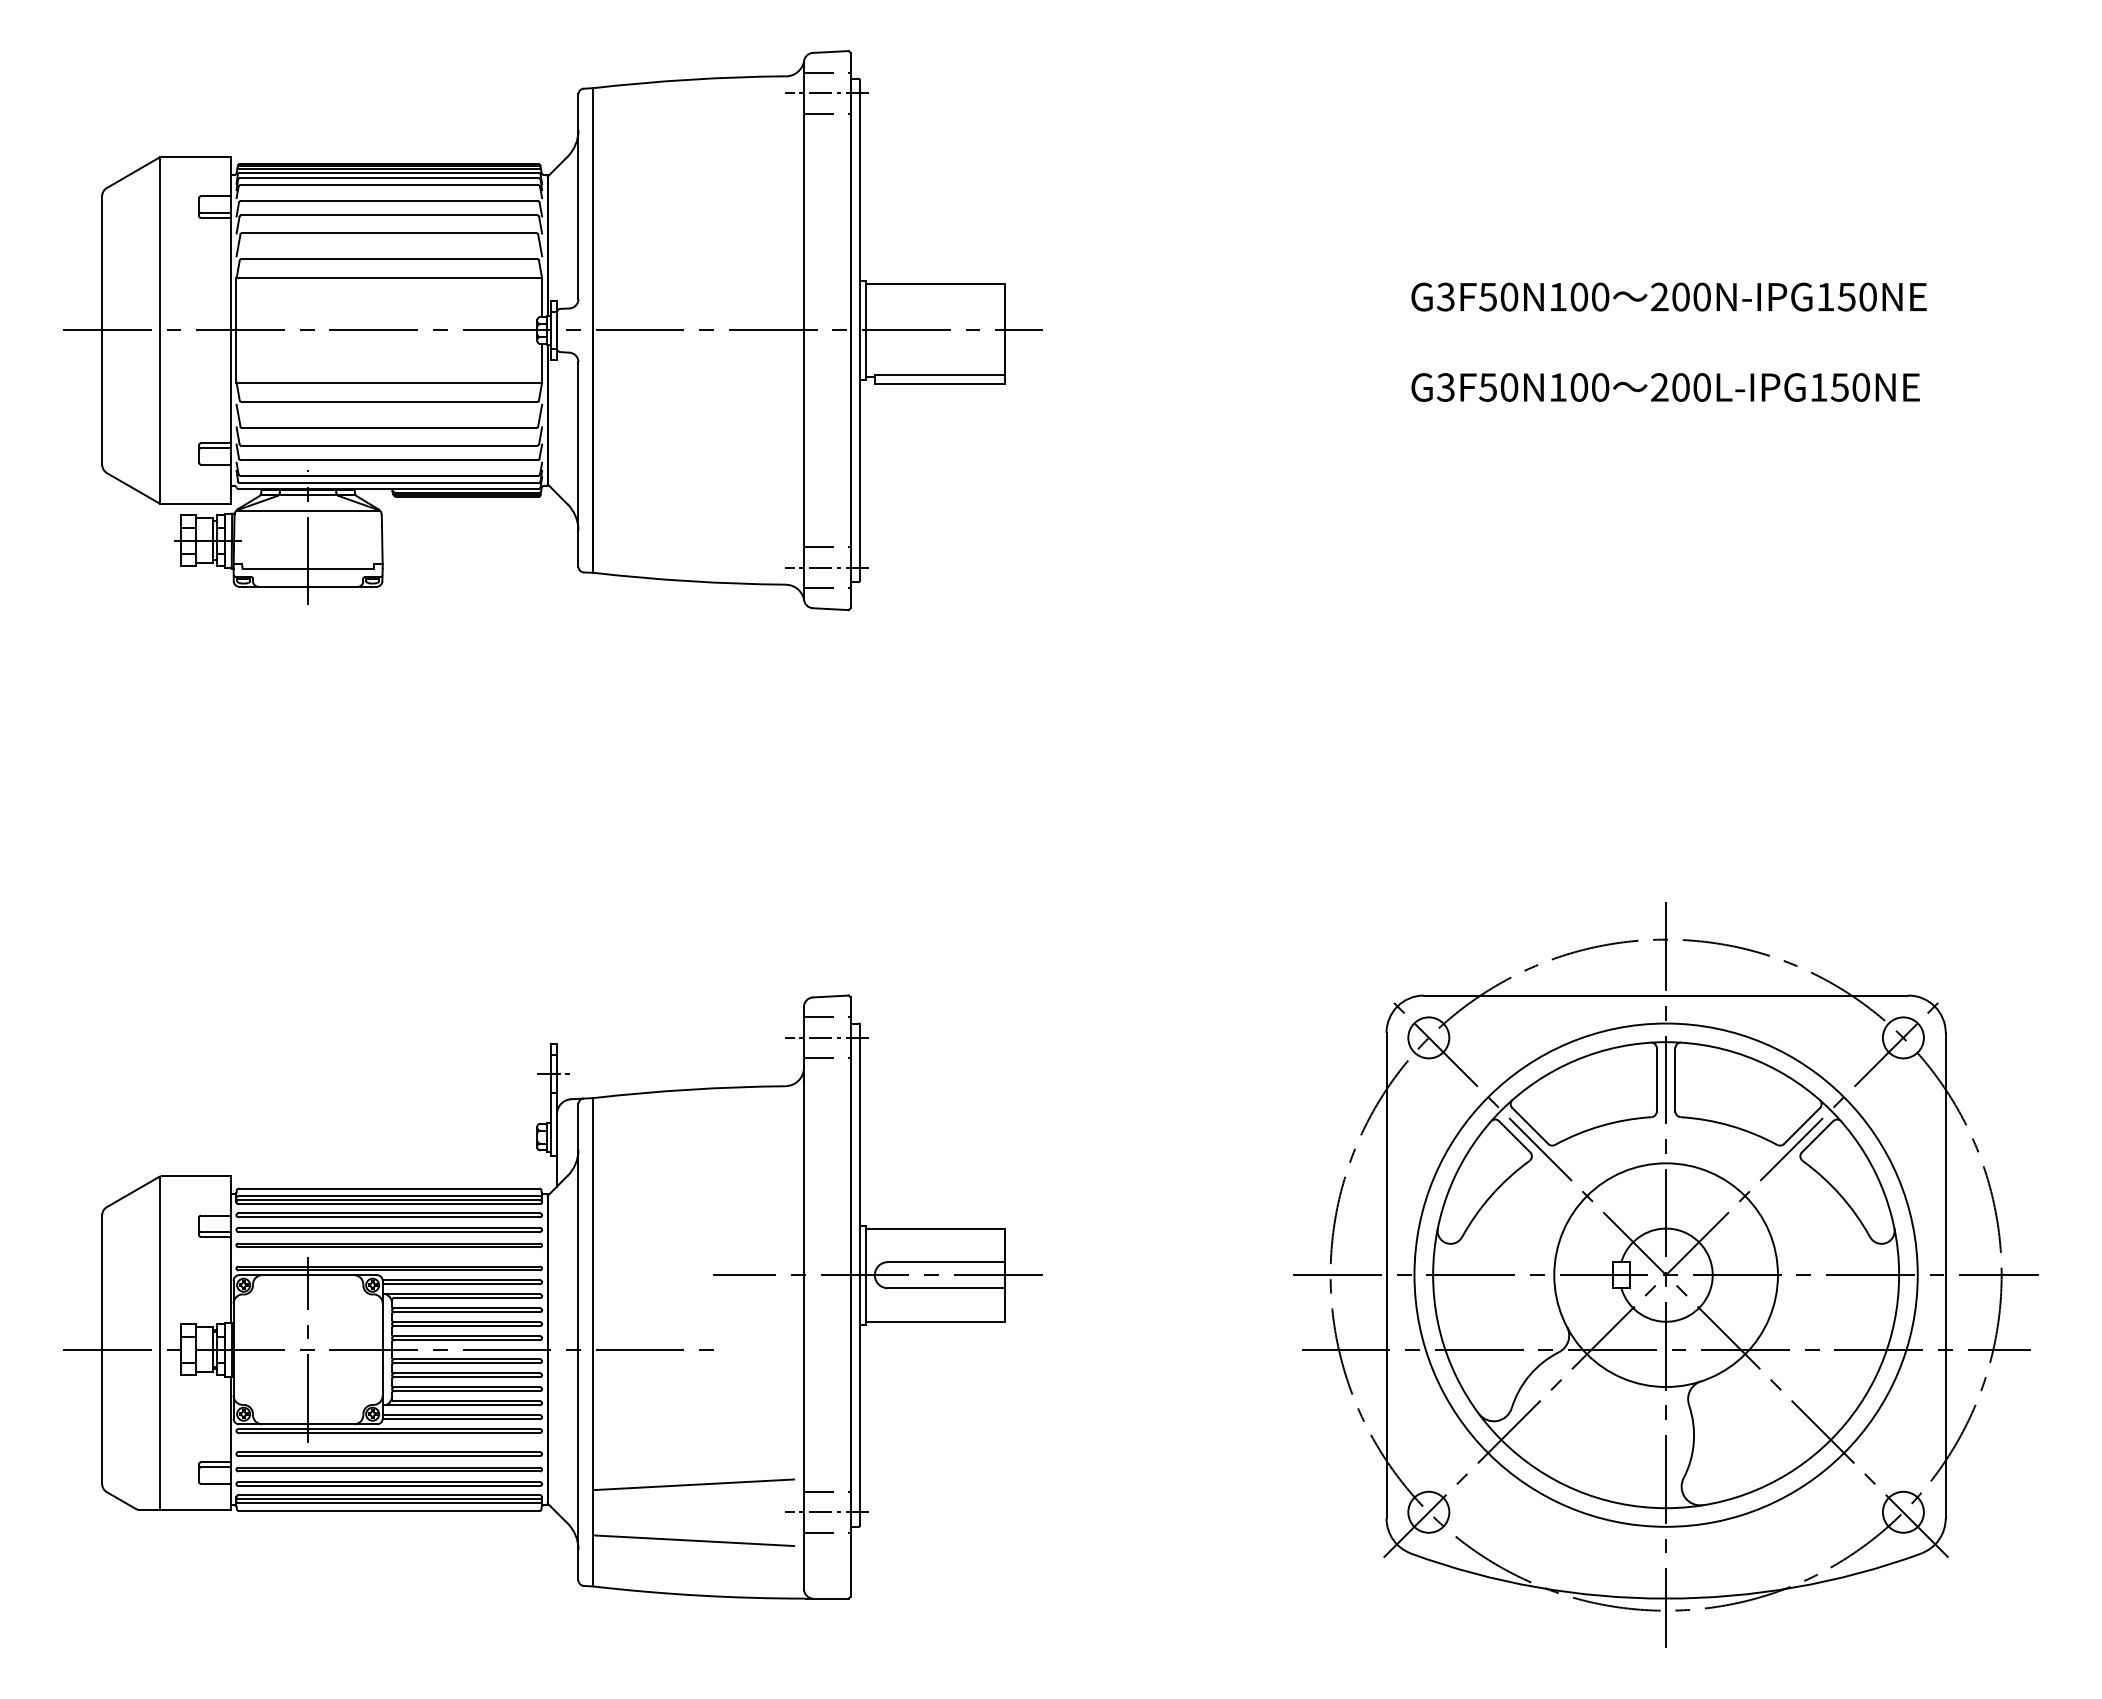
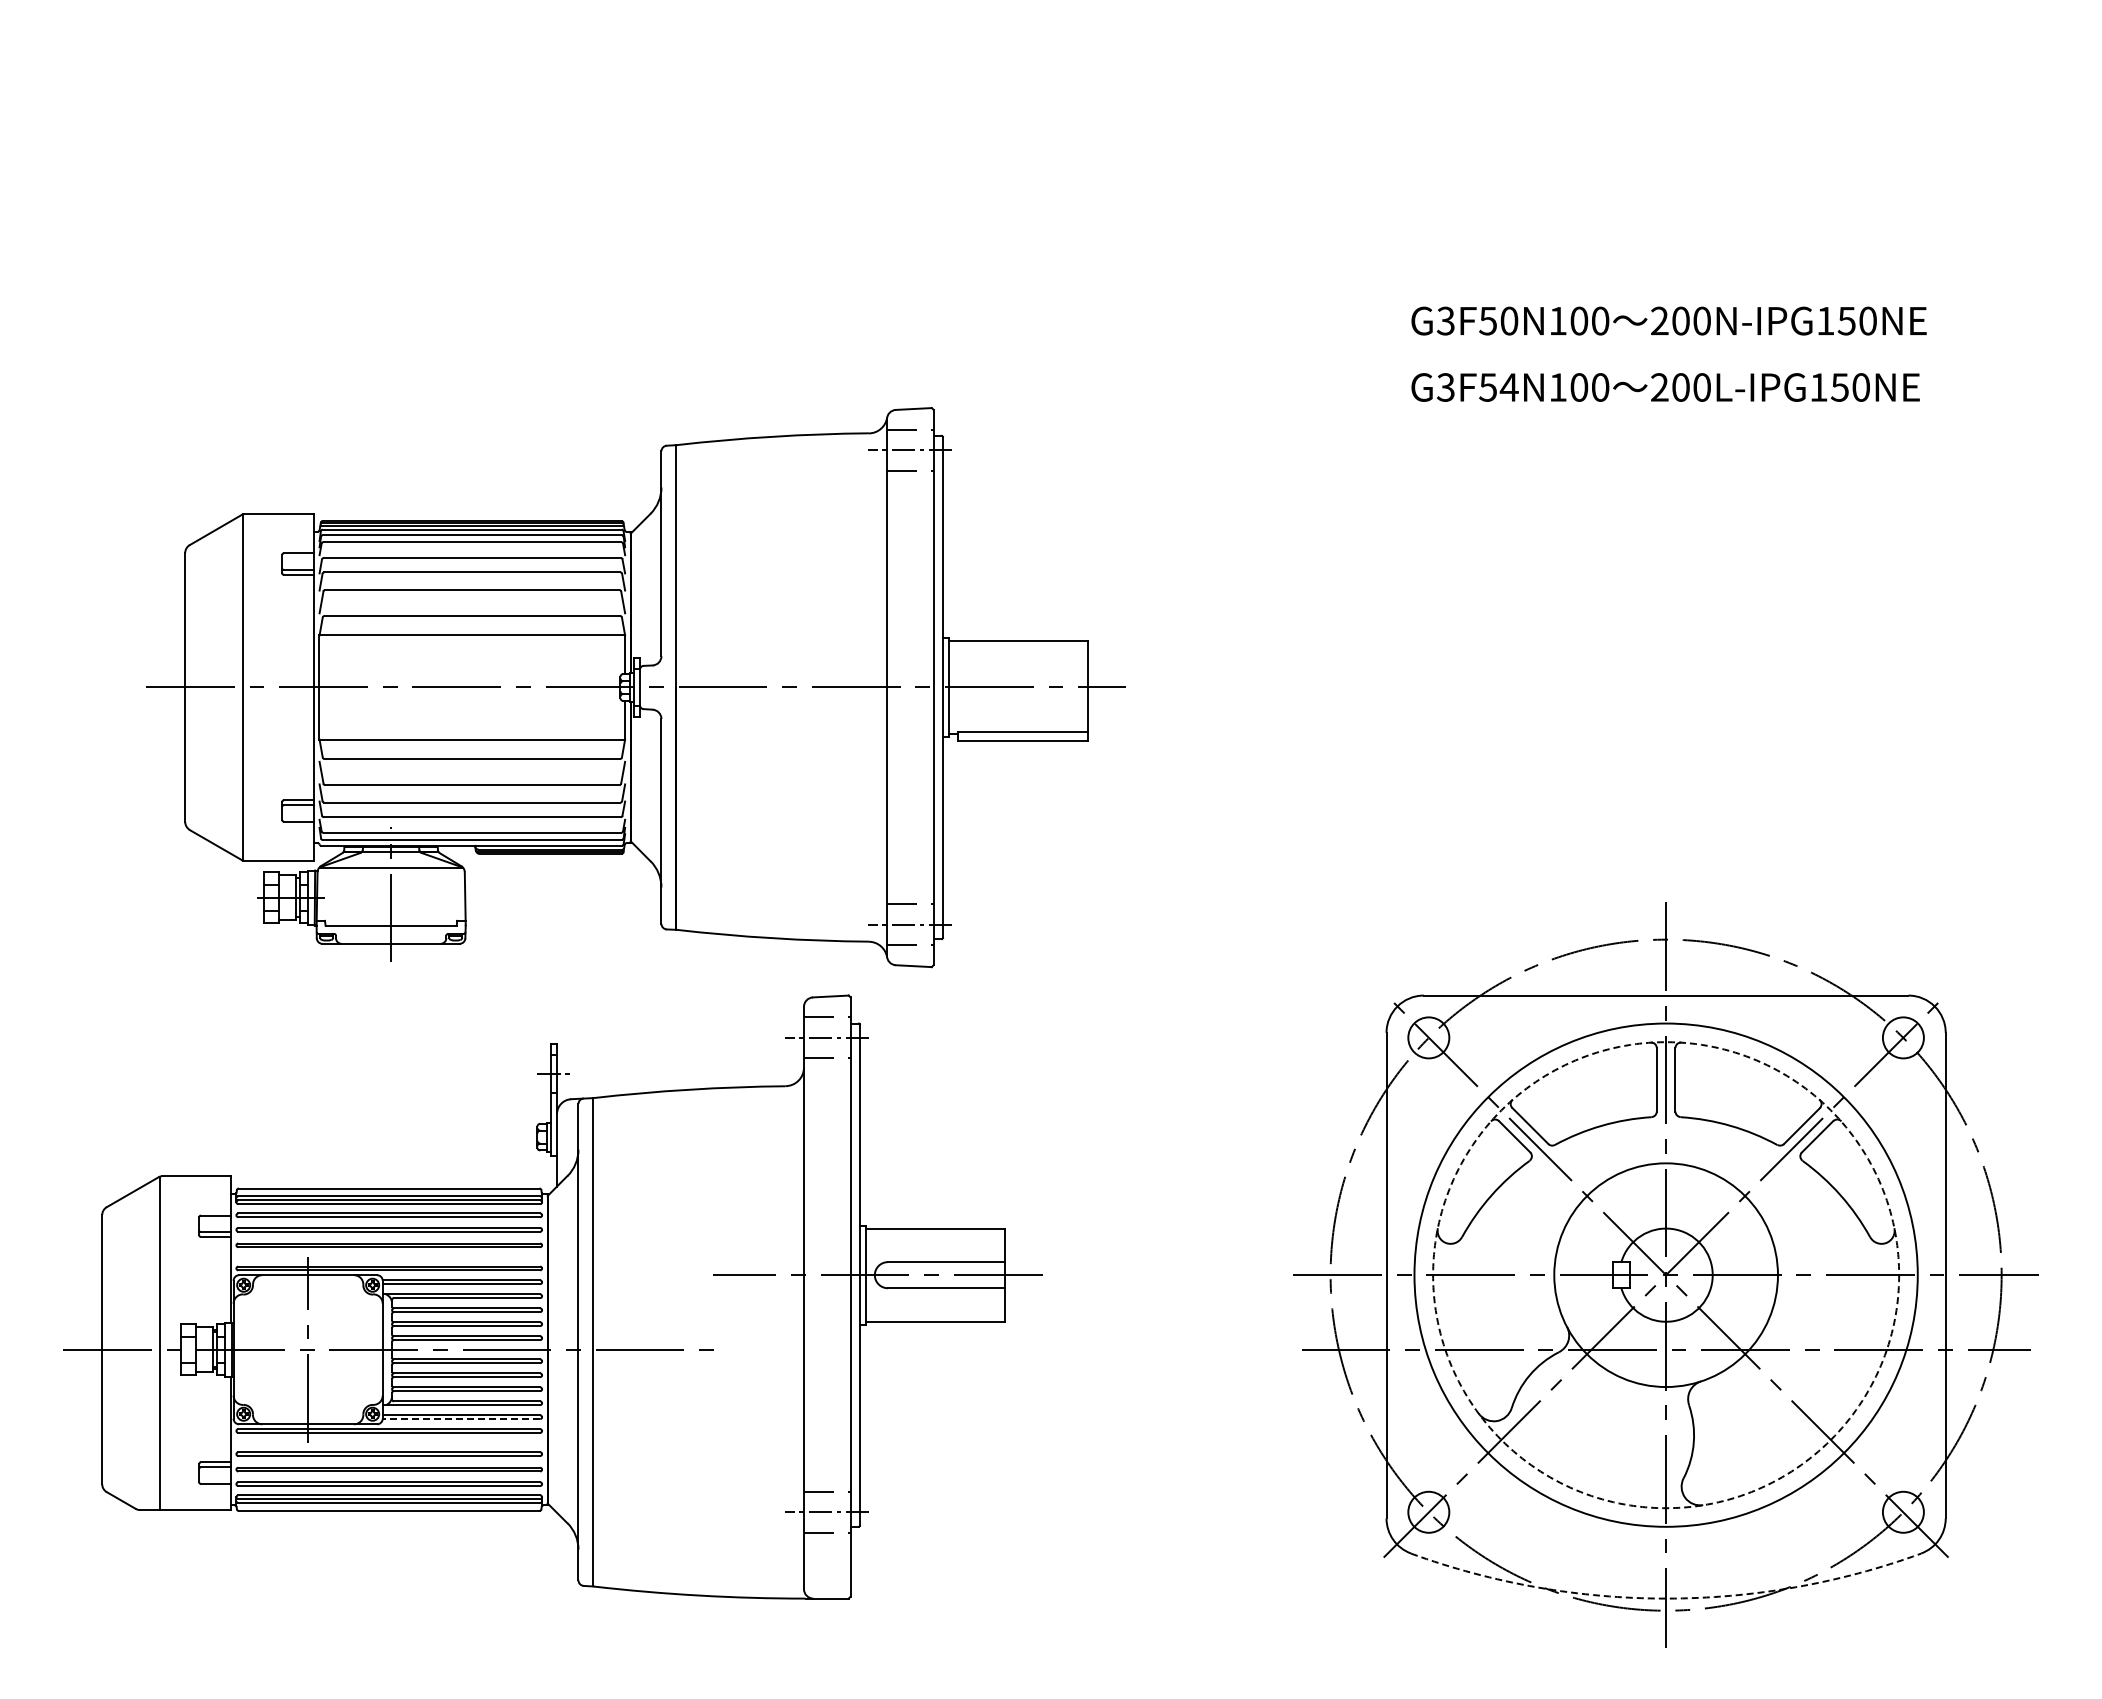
text at (1668, 296) position: (1668, 296) -> (1668, 320)
part at (552, 330) position: (552, 330) -> (635, 687)
text at (1508, 387): G3F50N100 -> G3F54N100
circle at (1666, 1275): solid -> dashed
line at (461, 1419): solid -> dashed
line at (693, 1484): present -> none
line at (693, 1540): present -> none
arc at (1666, 1598): solid -> dashed
